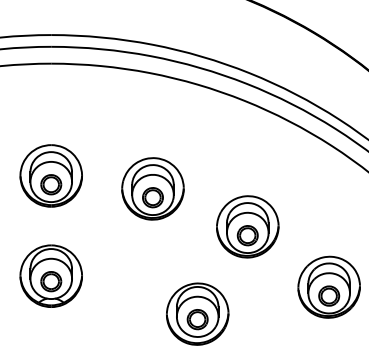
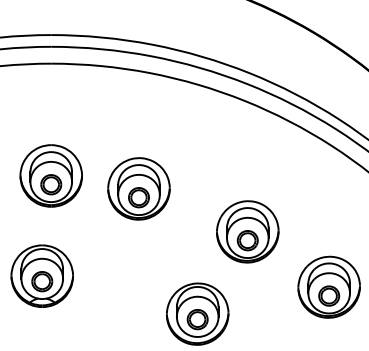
part at (152, 188) position: (152, 188) -> (138, 188)
part at (247, 226) position: (247, 226) -> (247, 231)
part at (50, 275) position: (50, 275) -> (41, 275)
